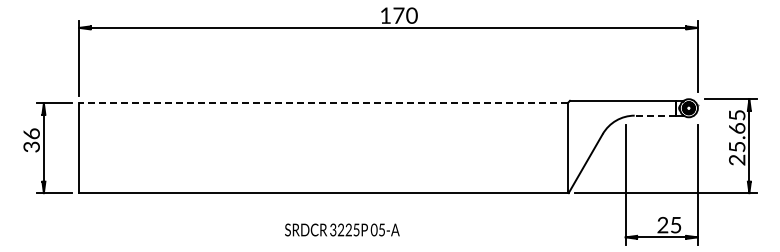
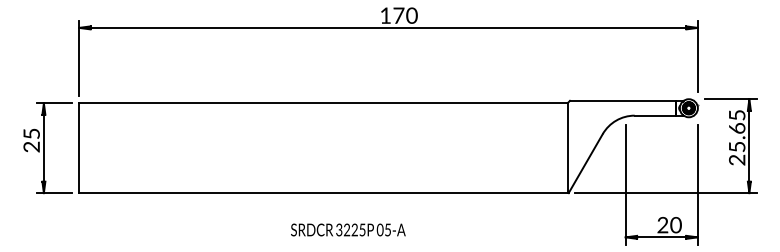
line at (322, 103): dashed -> solid
line at (655, 115): dashed -> solid
text at (31, 140): 36 -> 25
text at (675, 225): 25 -> 20
text at (342, 229) position: (342, 229) -> (348, 229)
